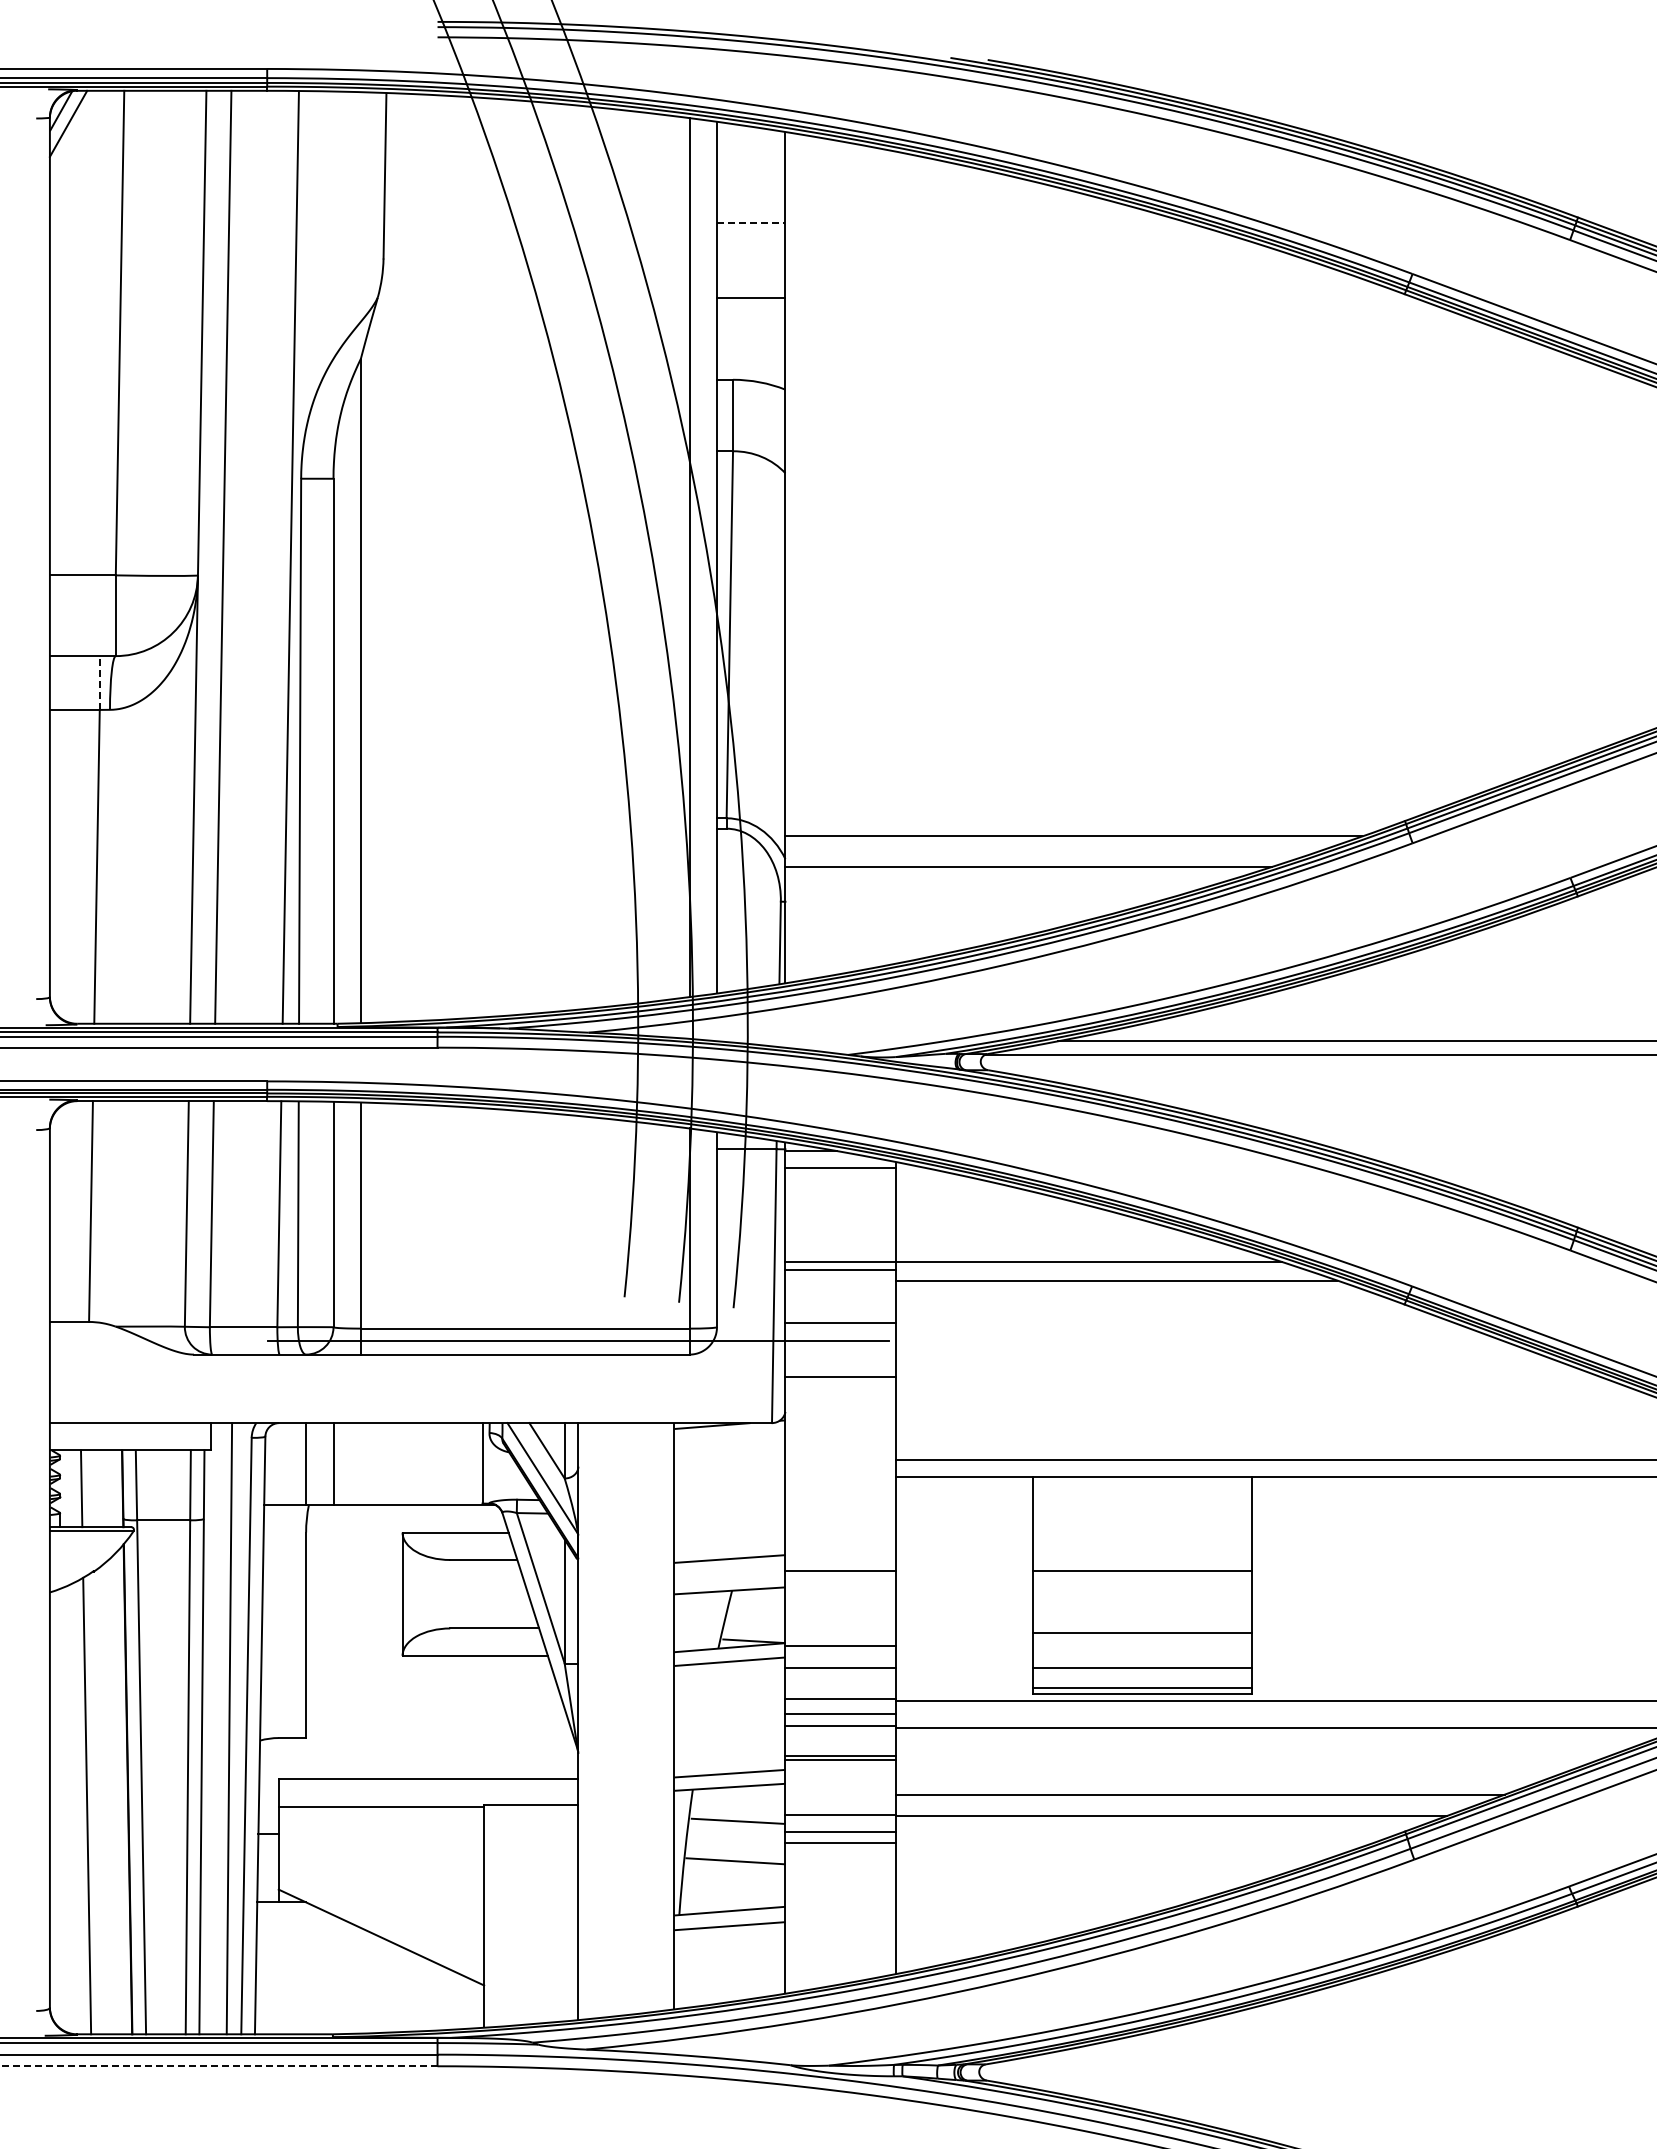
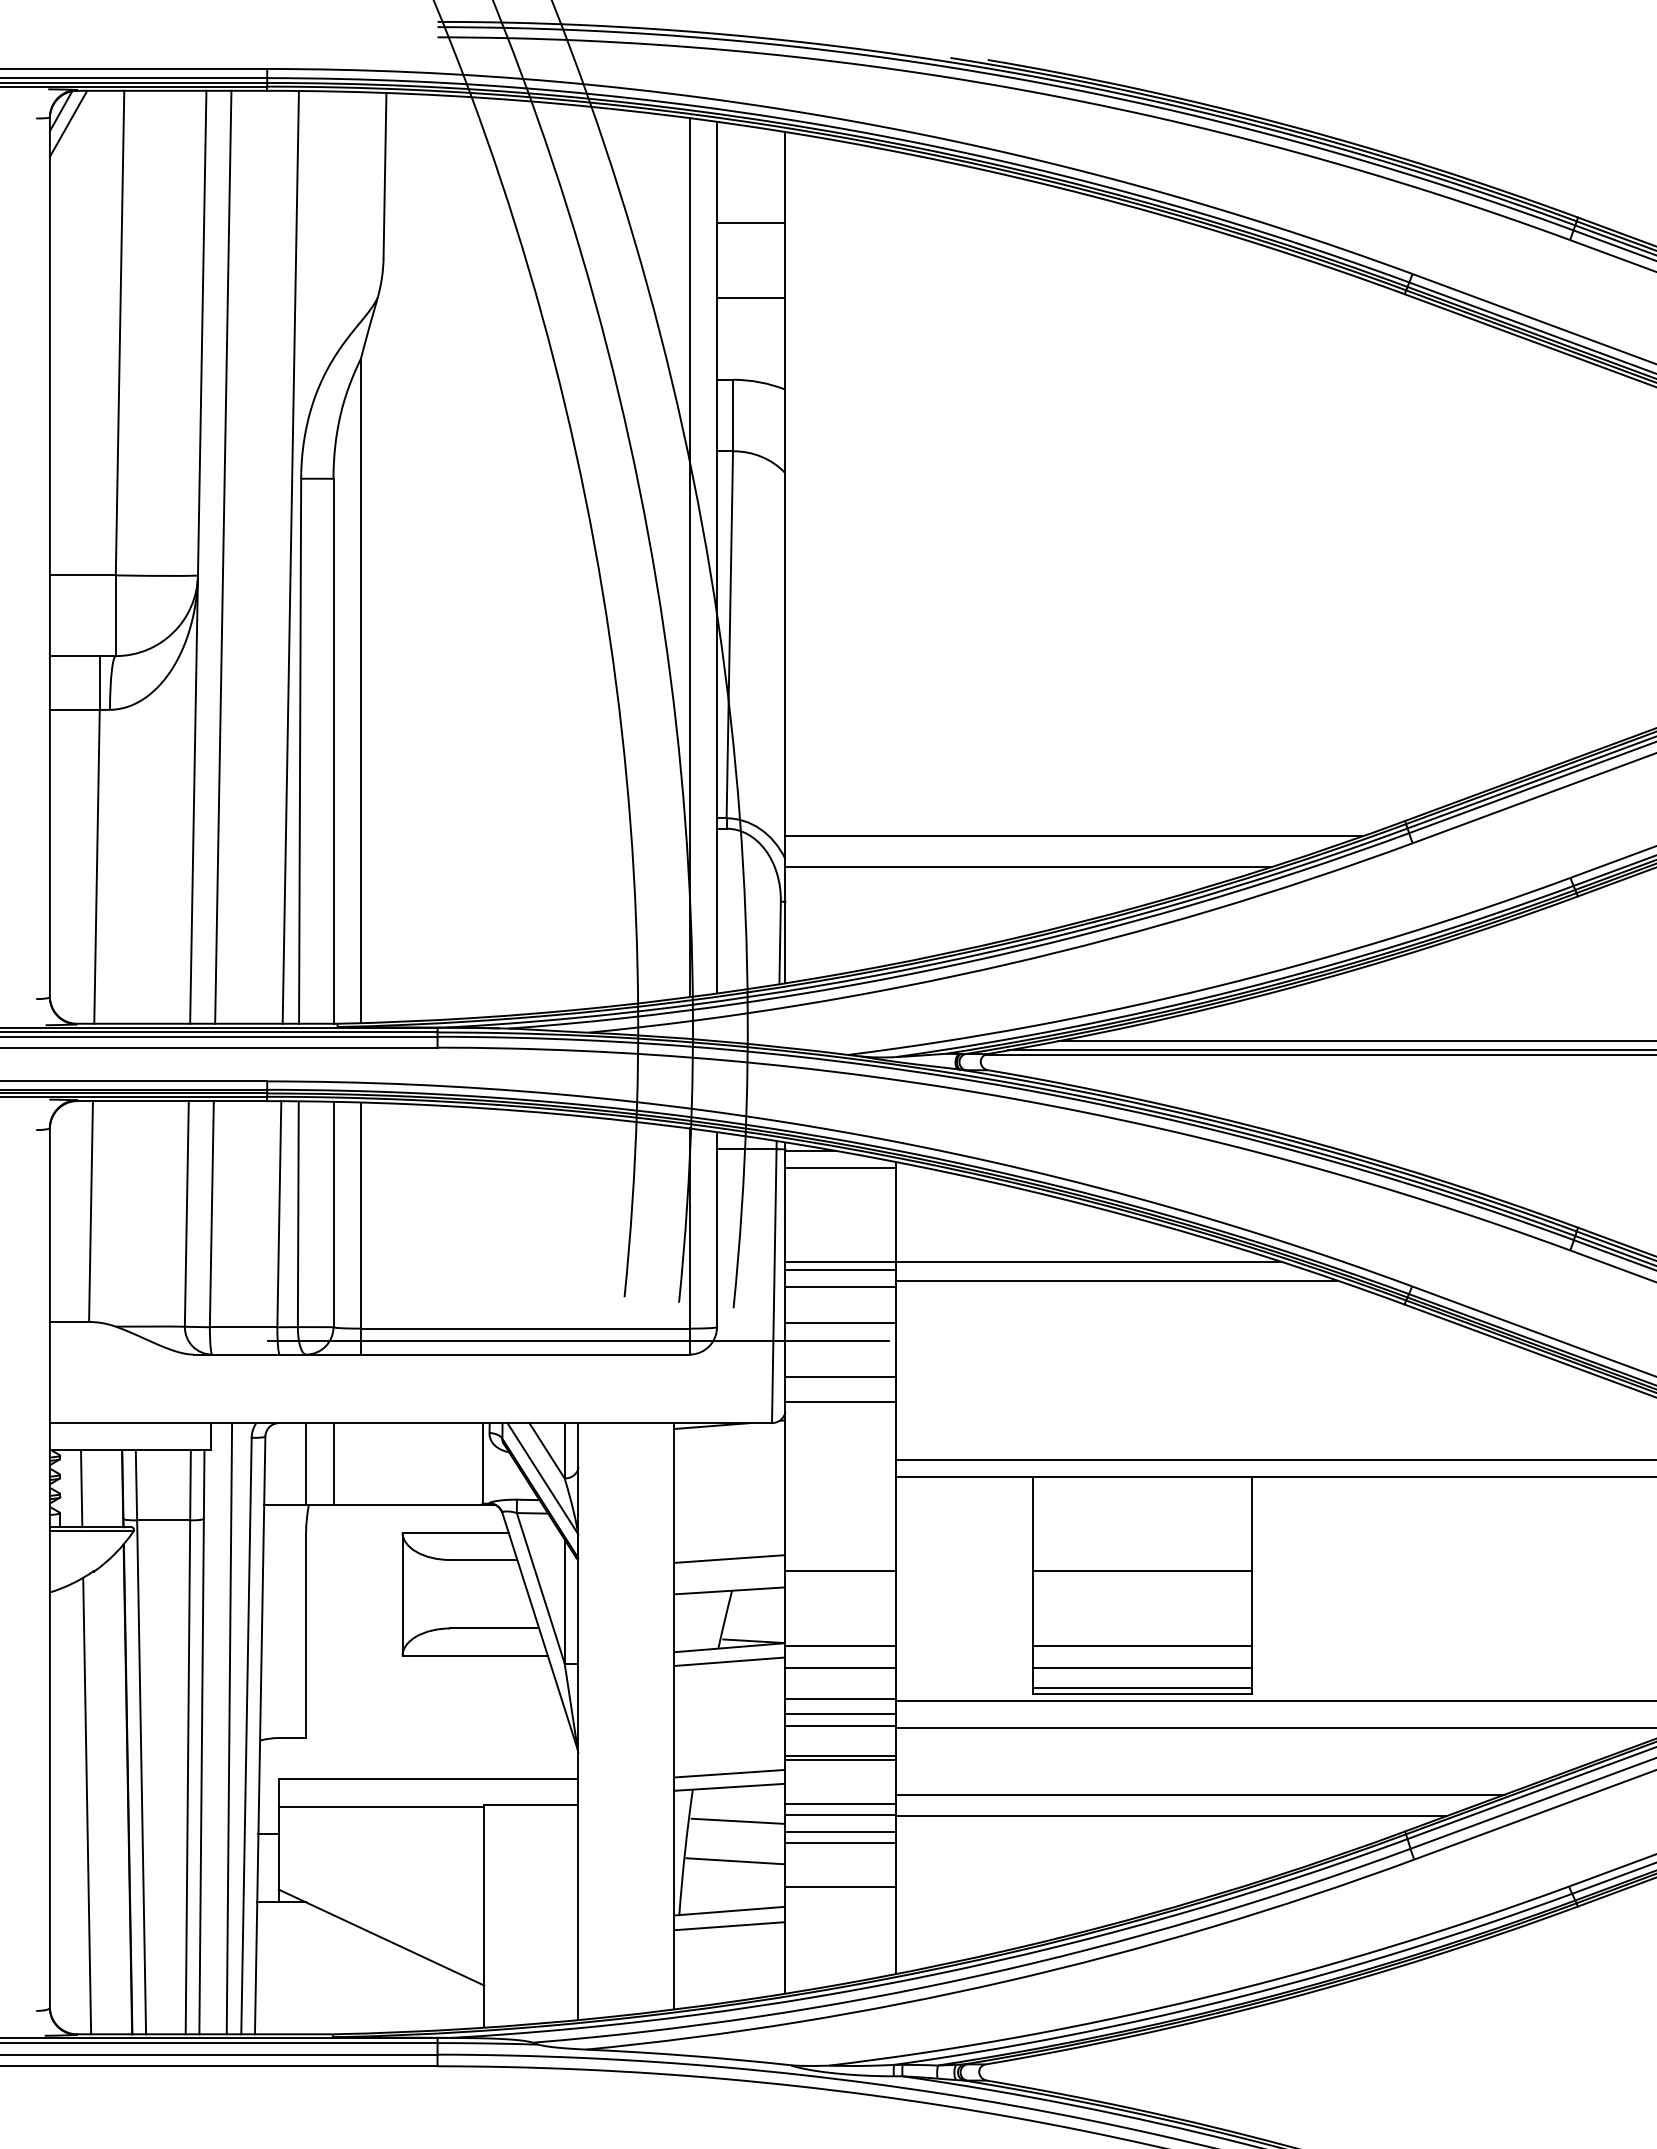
line at (751, 223): dashed -> solid
line at (99, 683): dashed -> solid
line at (1330, 1050): none -> present
line at (840, 1287): none -> present
line at (840, 1402): none -> present
line at (1142, 1633) position: (1142, 1633) -> (1142, 1646)
line at (840, 1804): none -> present
line at (840, 1886): none -> present
line at (218, 2066): dashed -> solid
